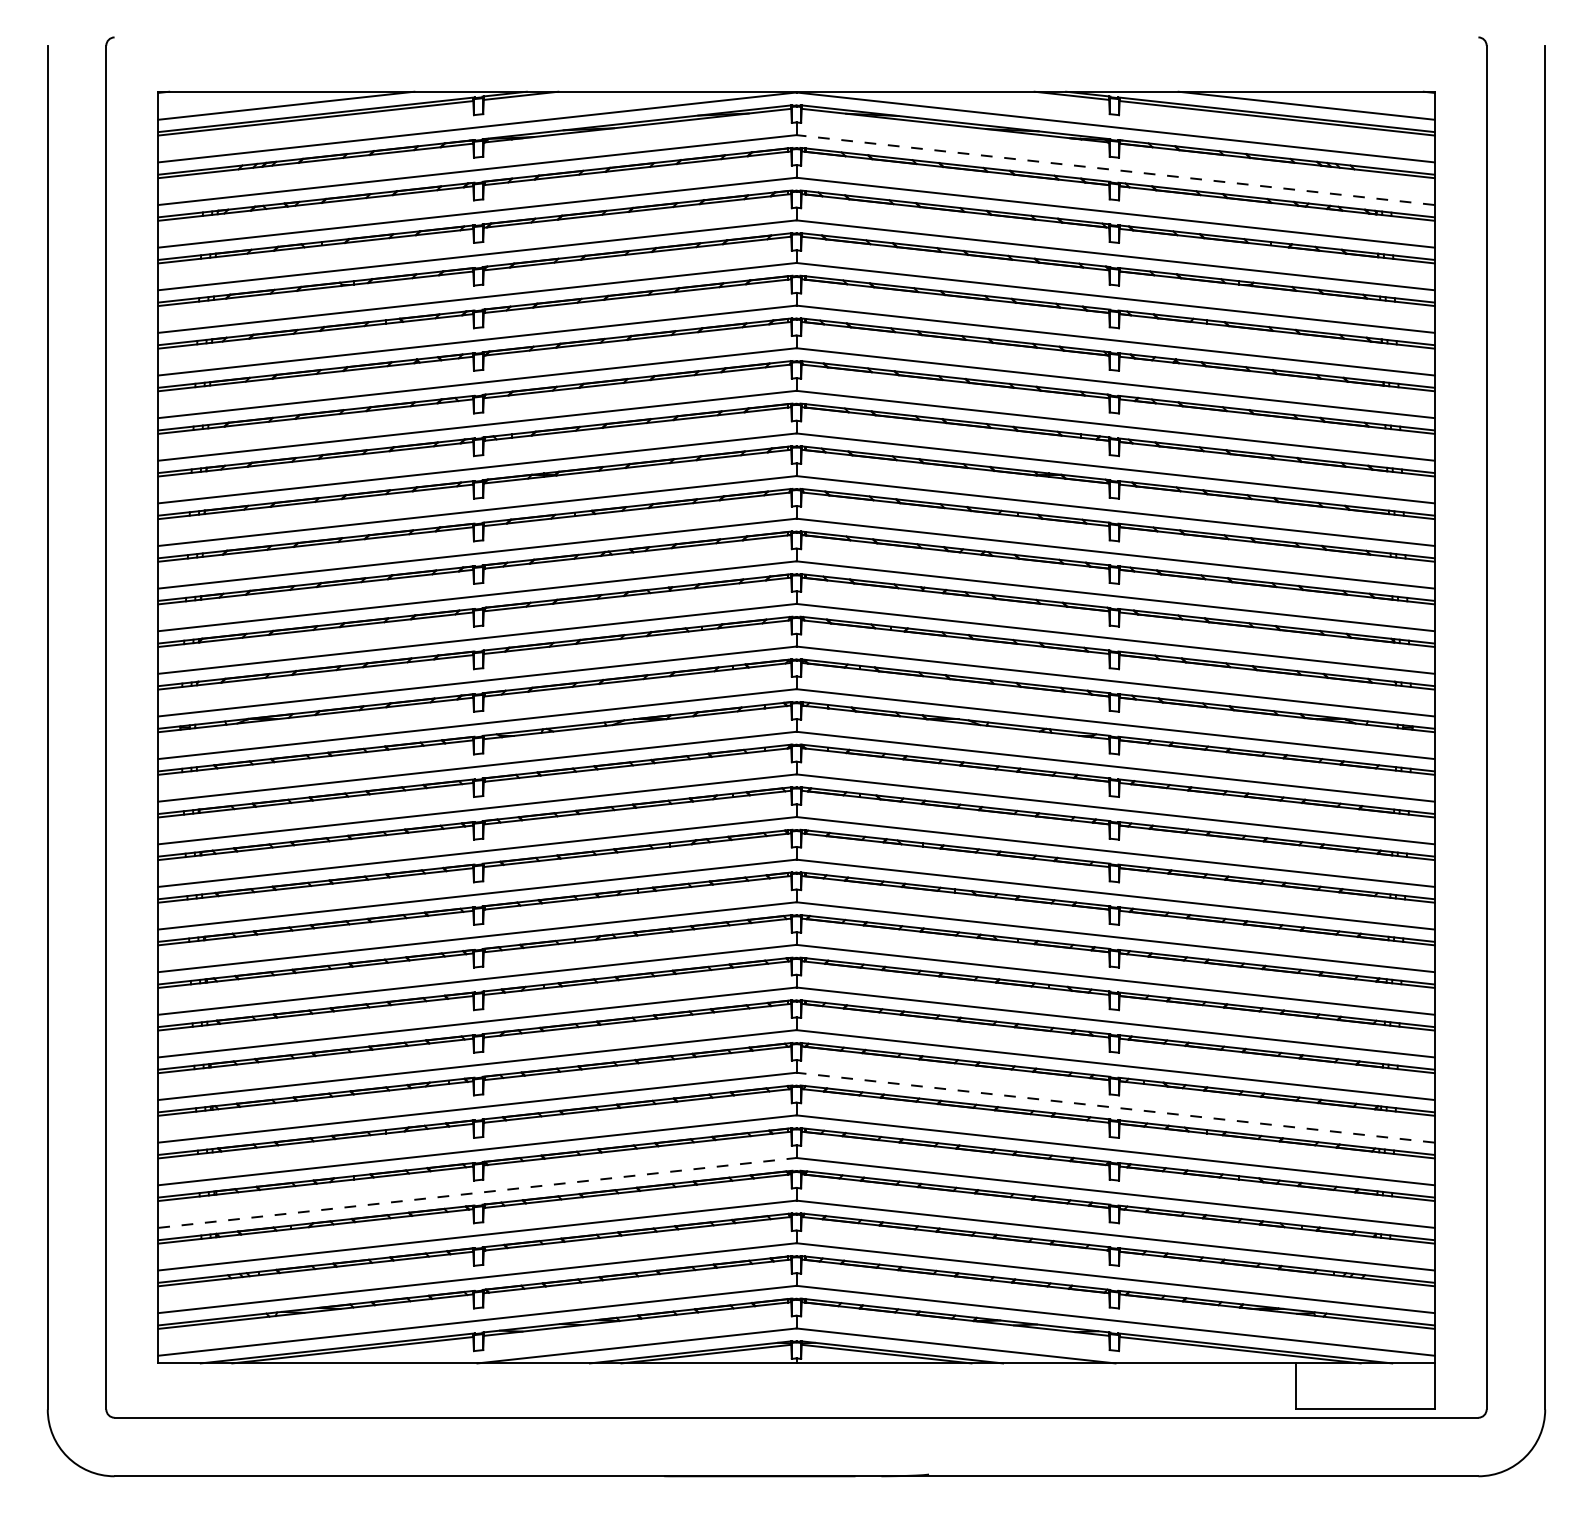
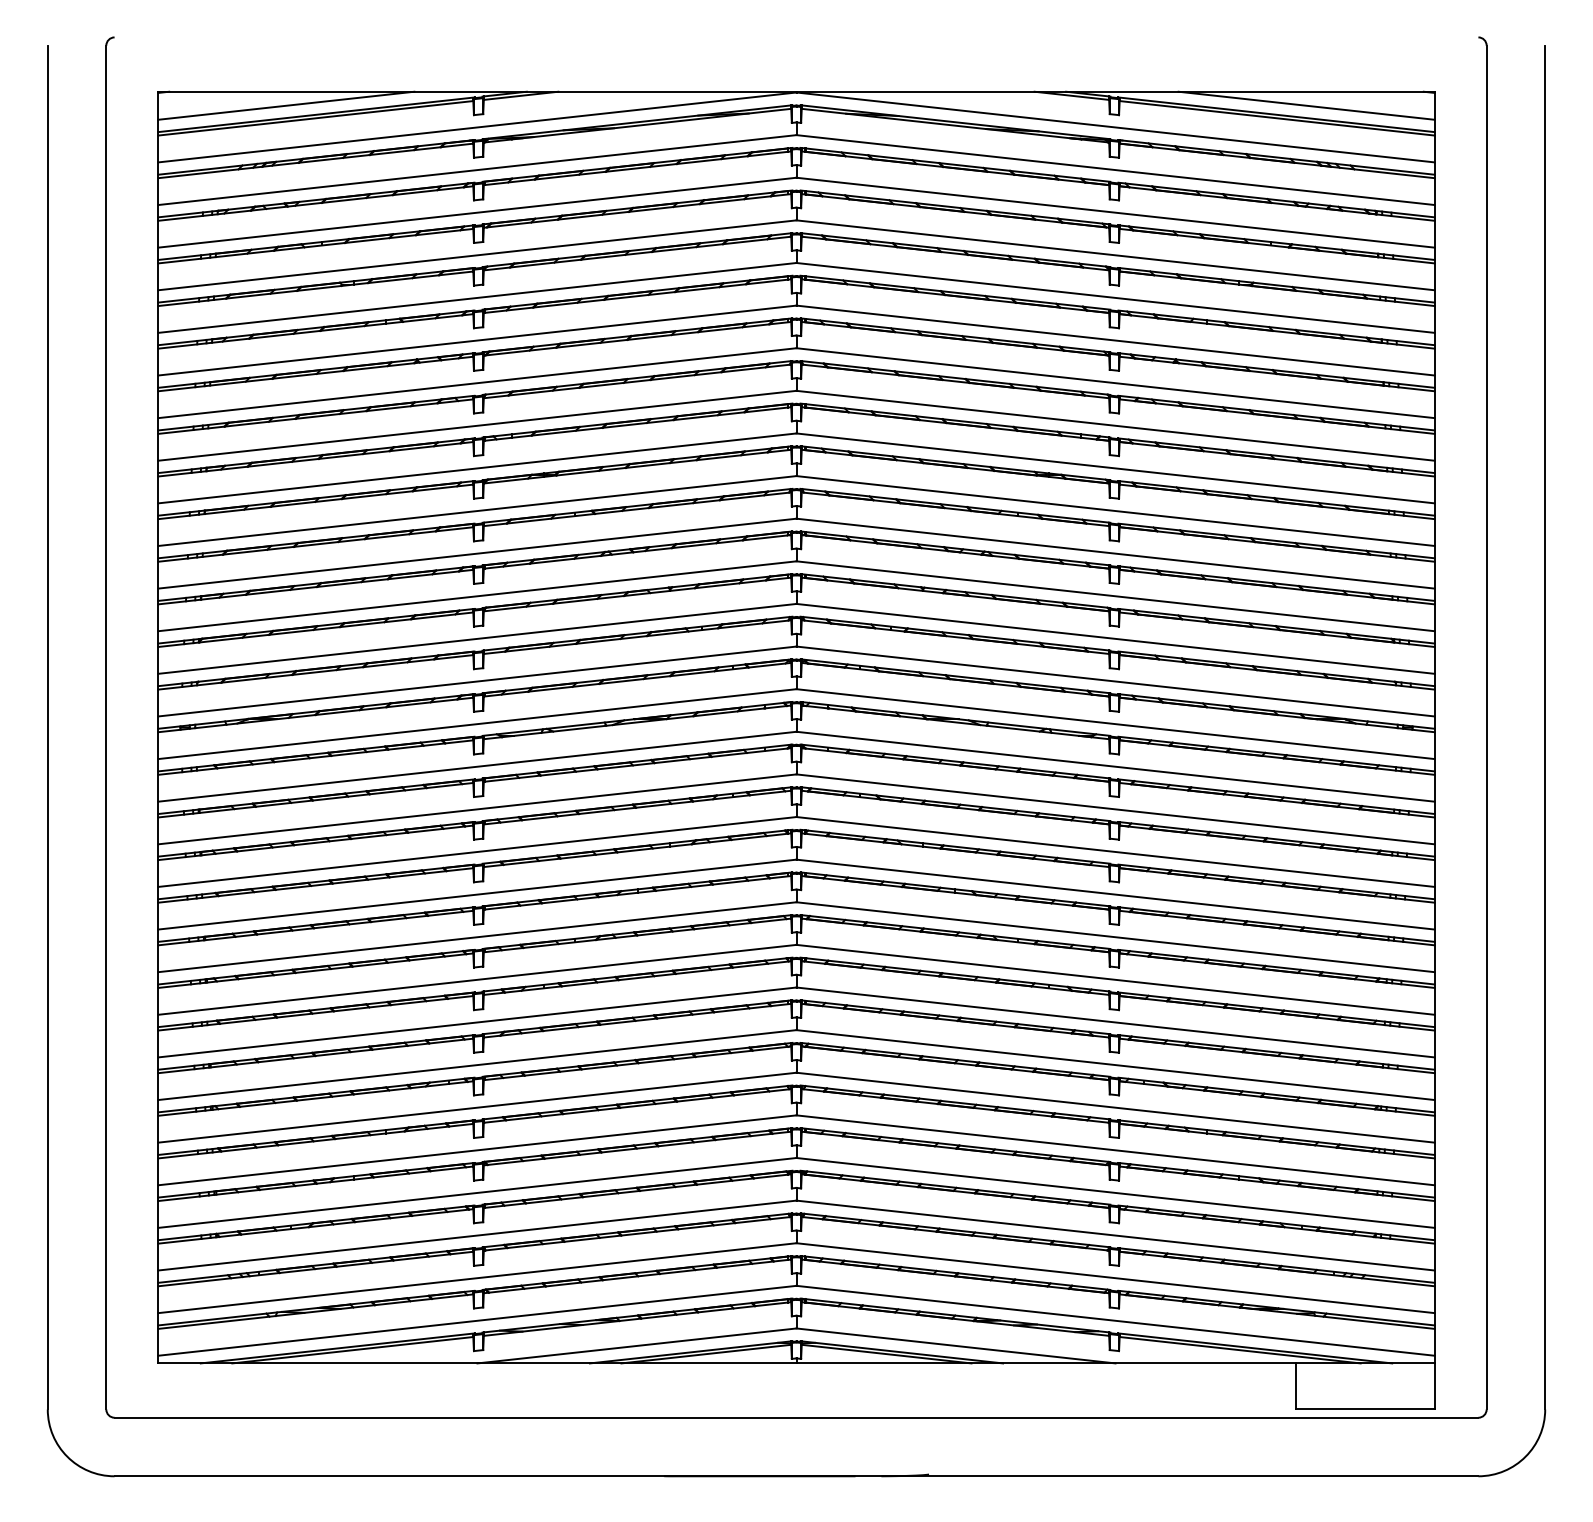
line at (1115, 170): dashed -> solid
line at (1115, 1107): dashed -> solid
line at (477, 1192): dashed -> solid
